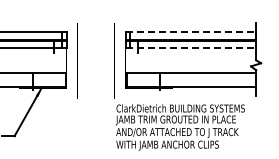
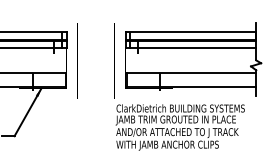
line at (191, 32): dashed -> solid
line at (191, 48): dashed -> solid
